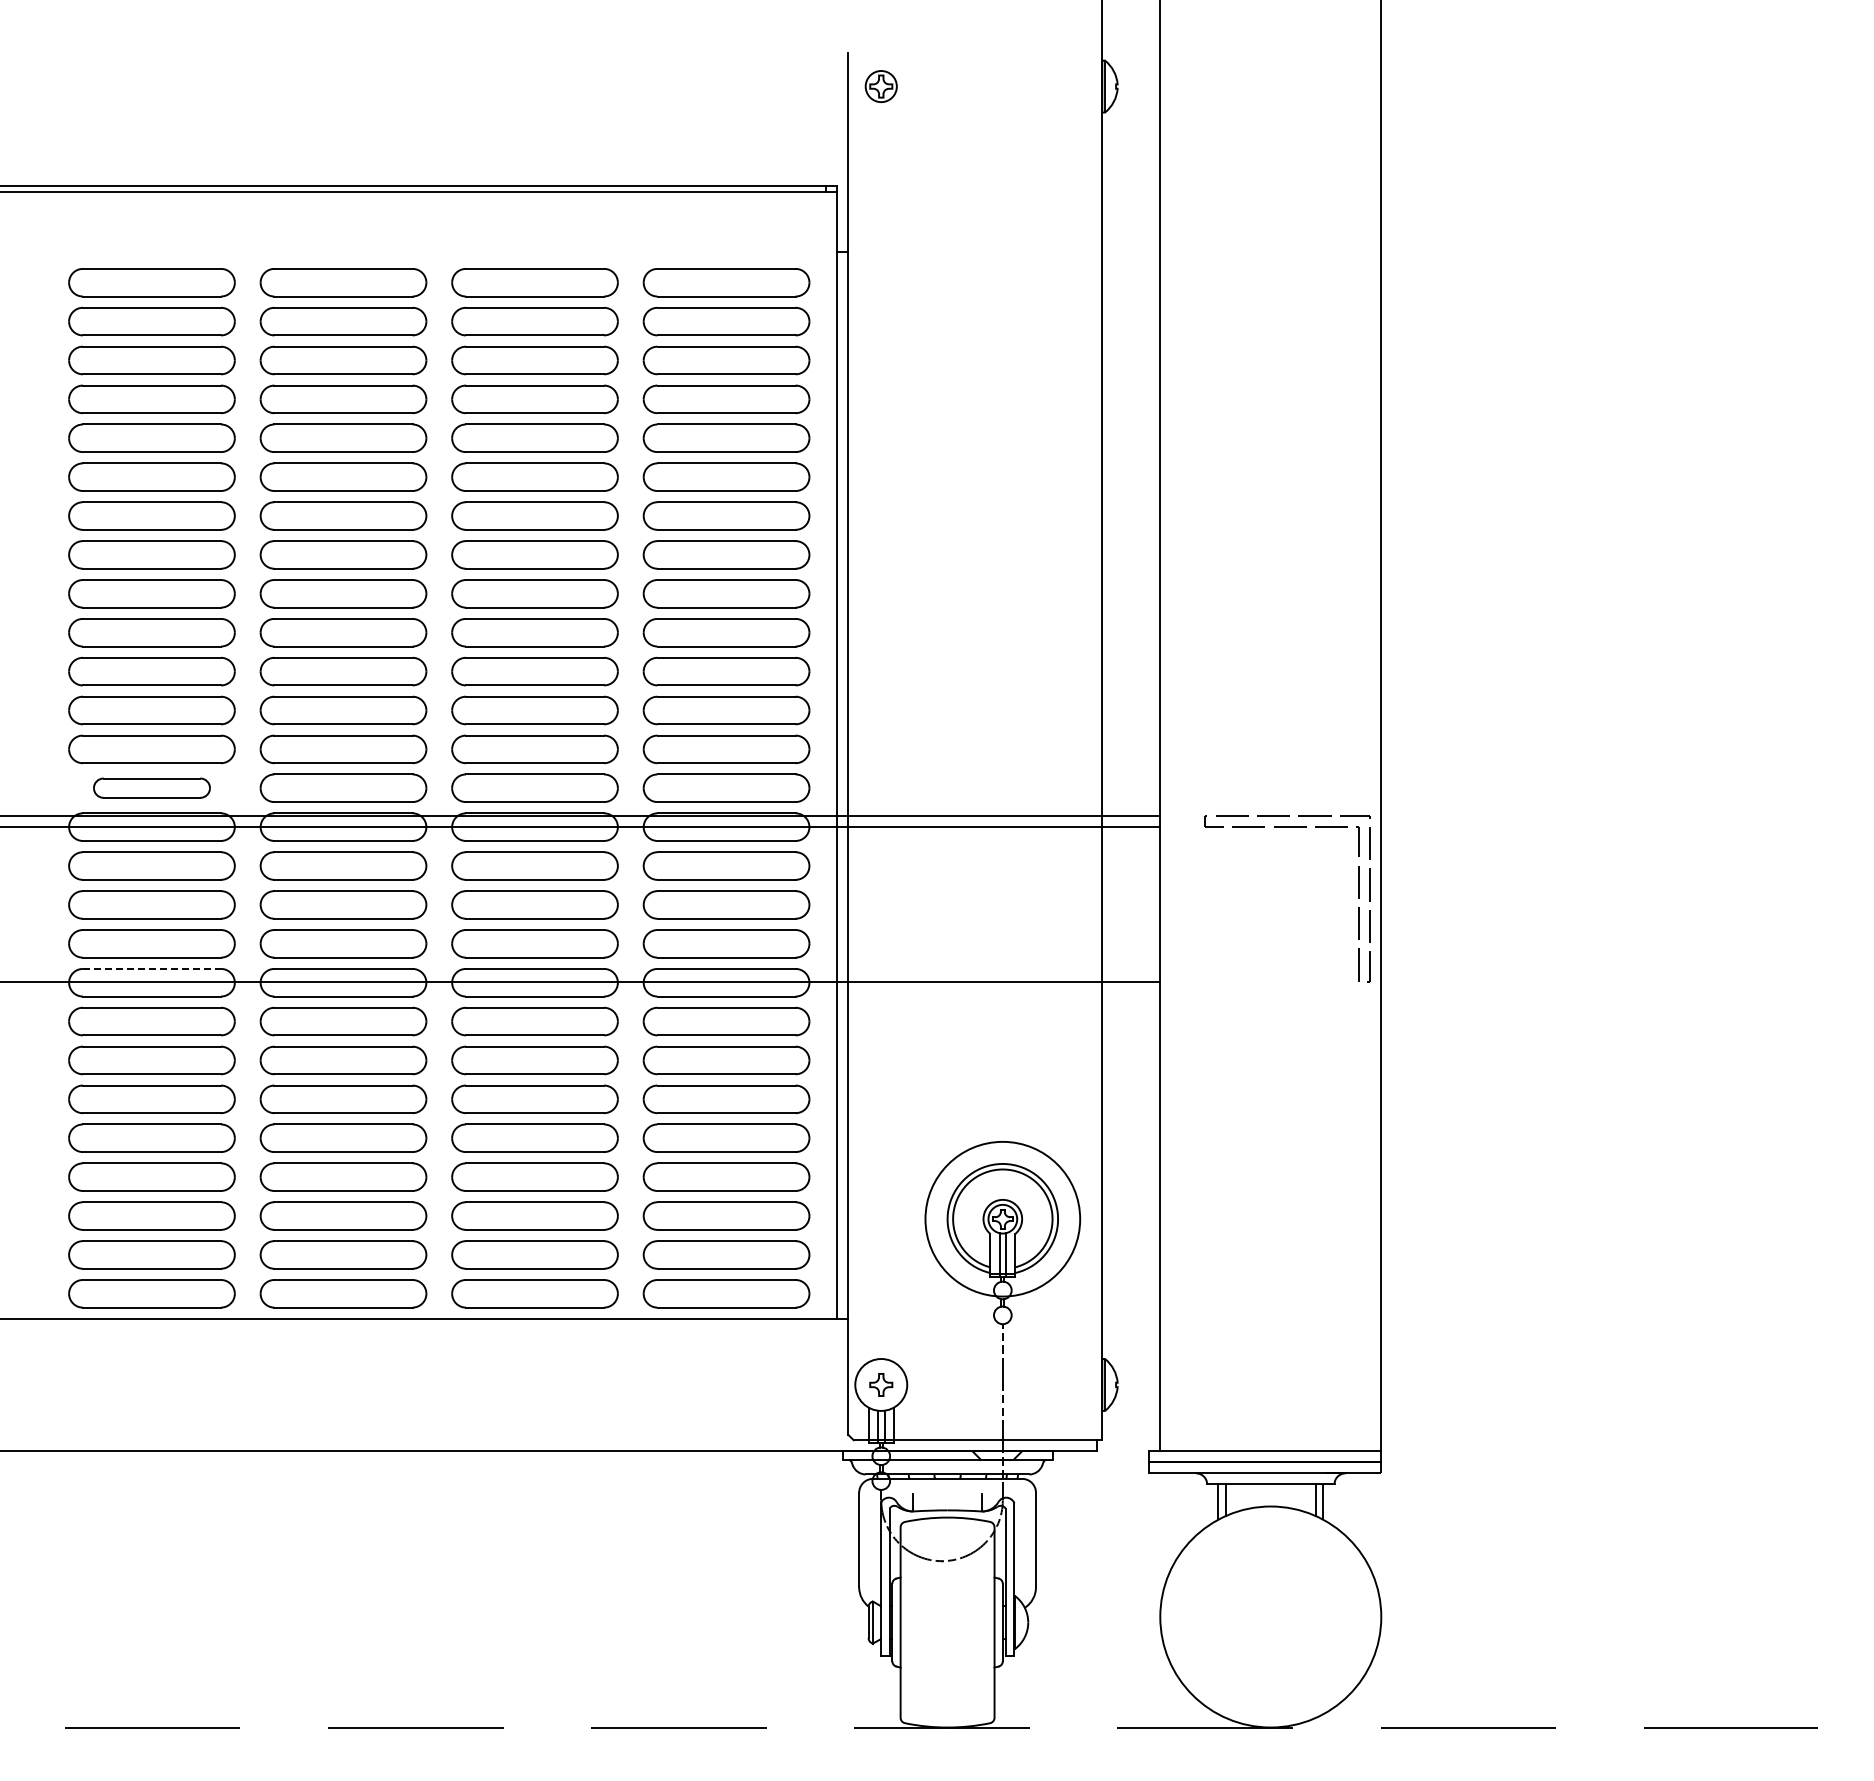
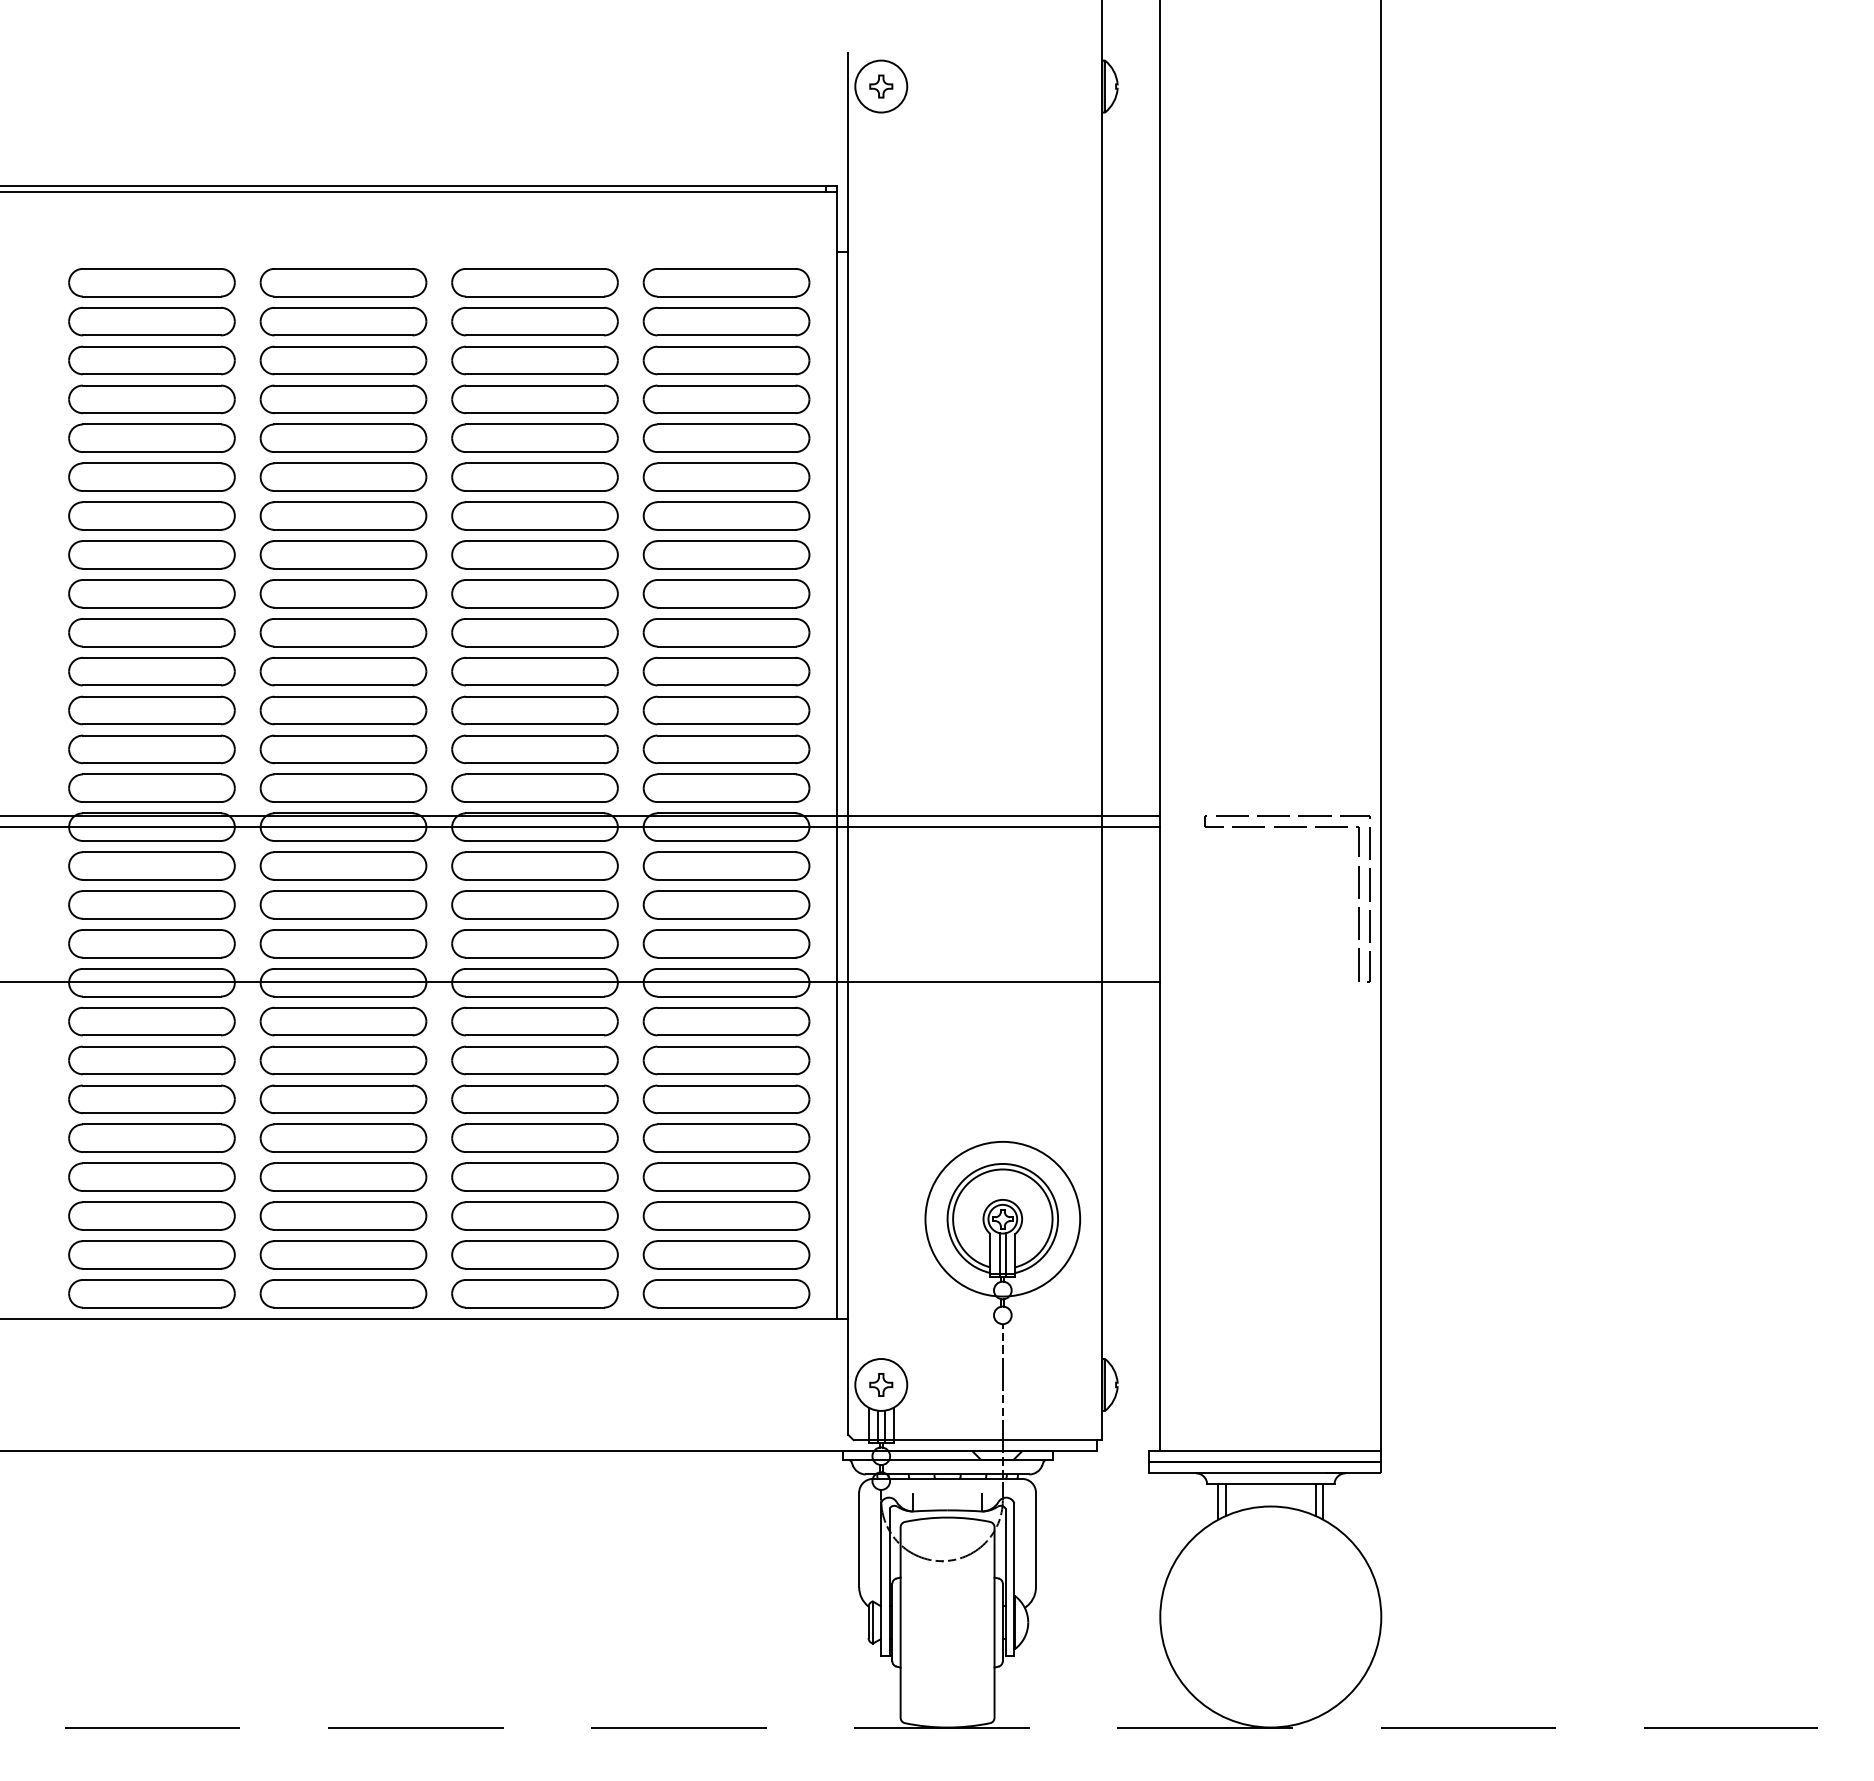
circle at (880, 86) diameter: 31 px -> 52 px
part at (151, 787) size: 118x22 px -> 168x30 px
line at (152, 968): dashed -> solid
